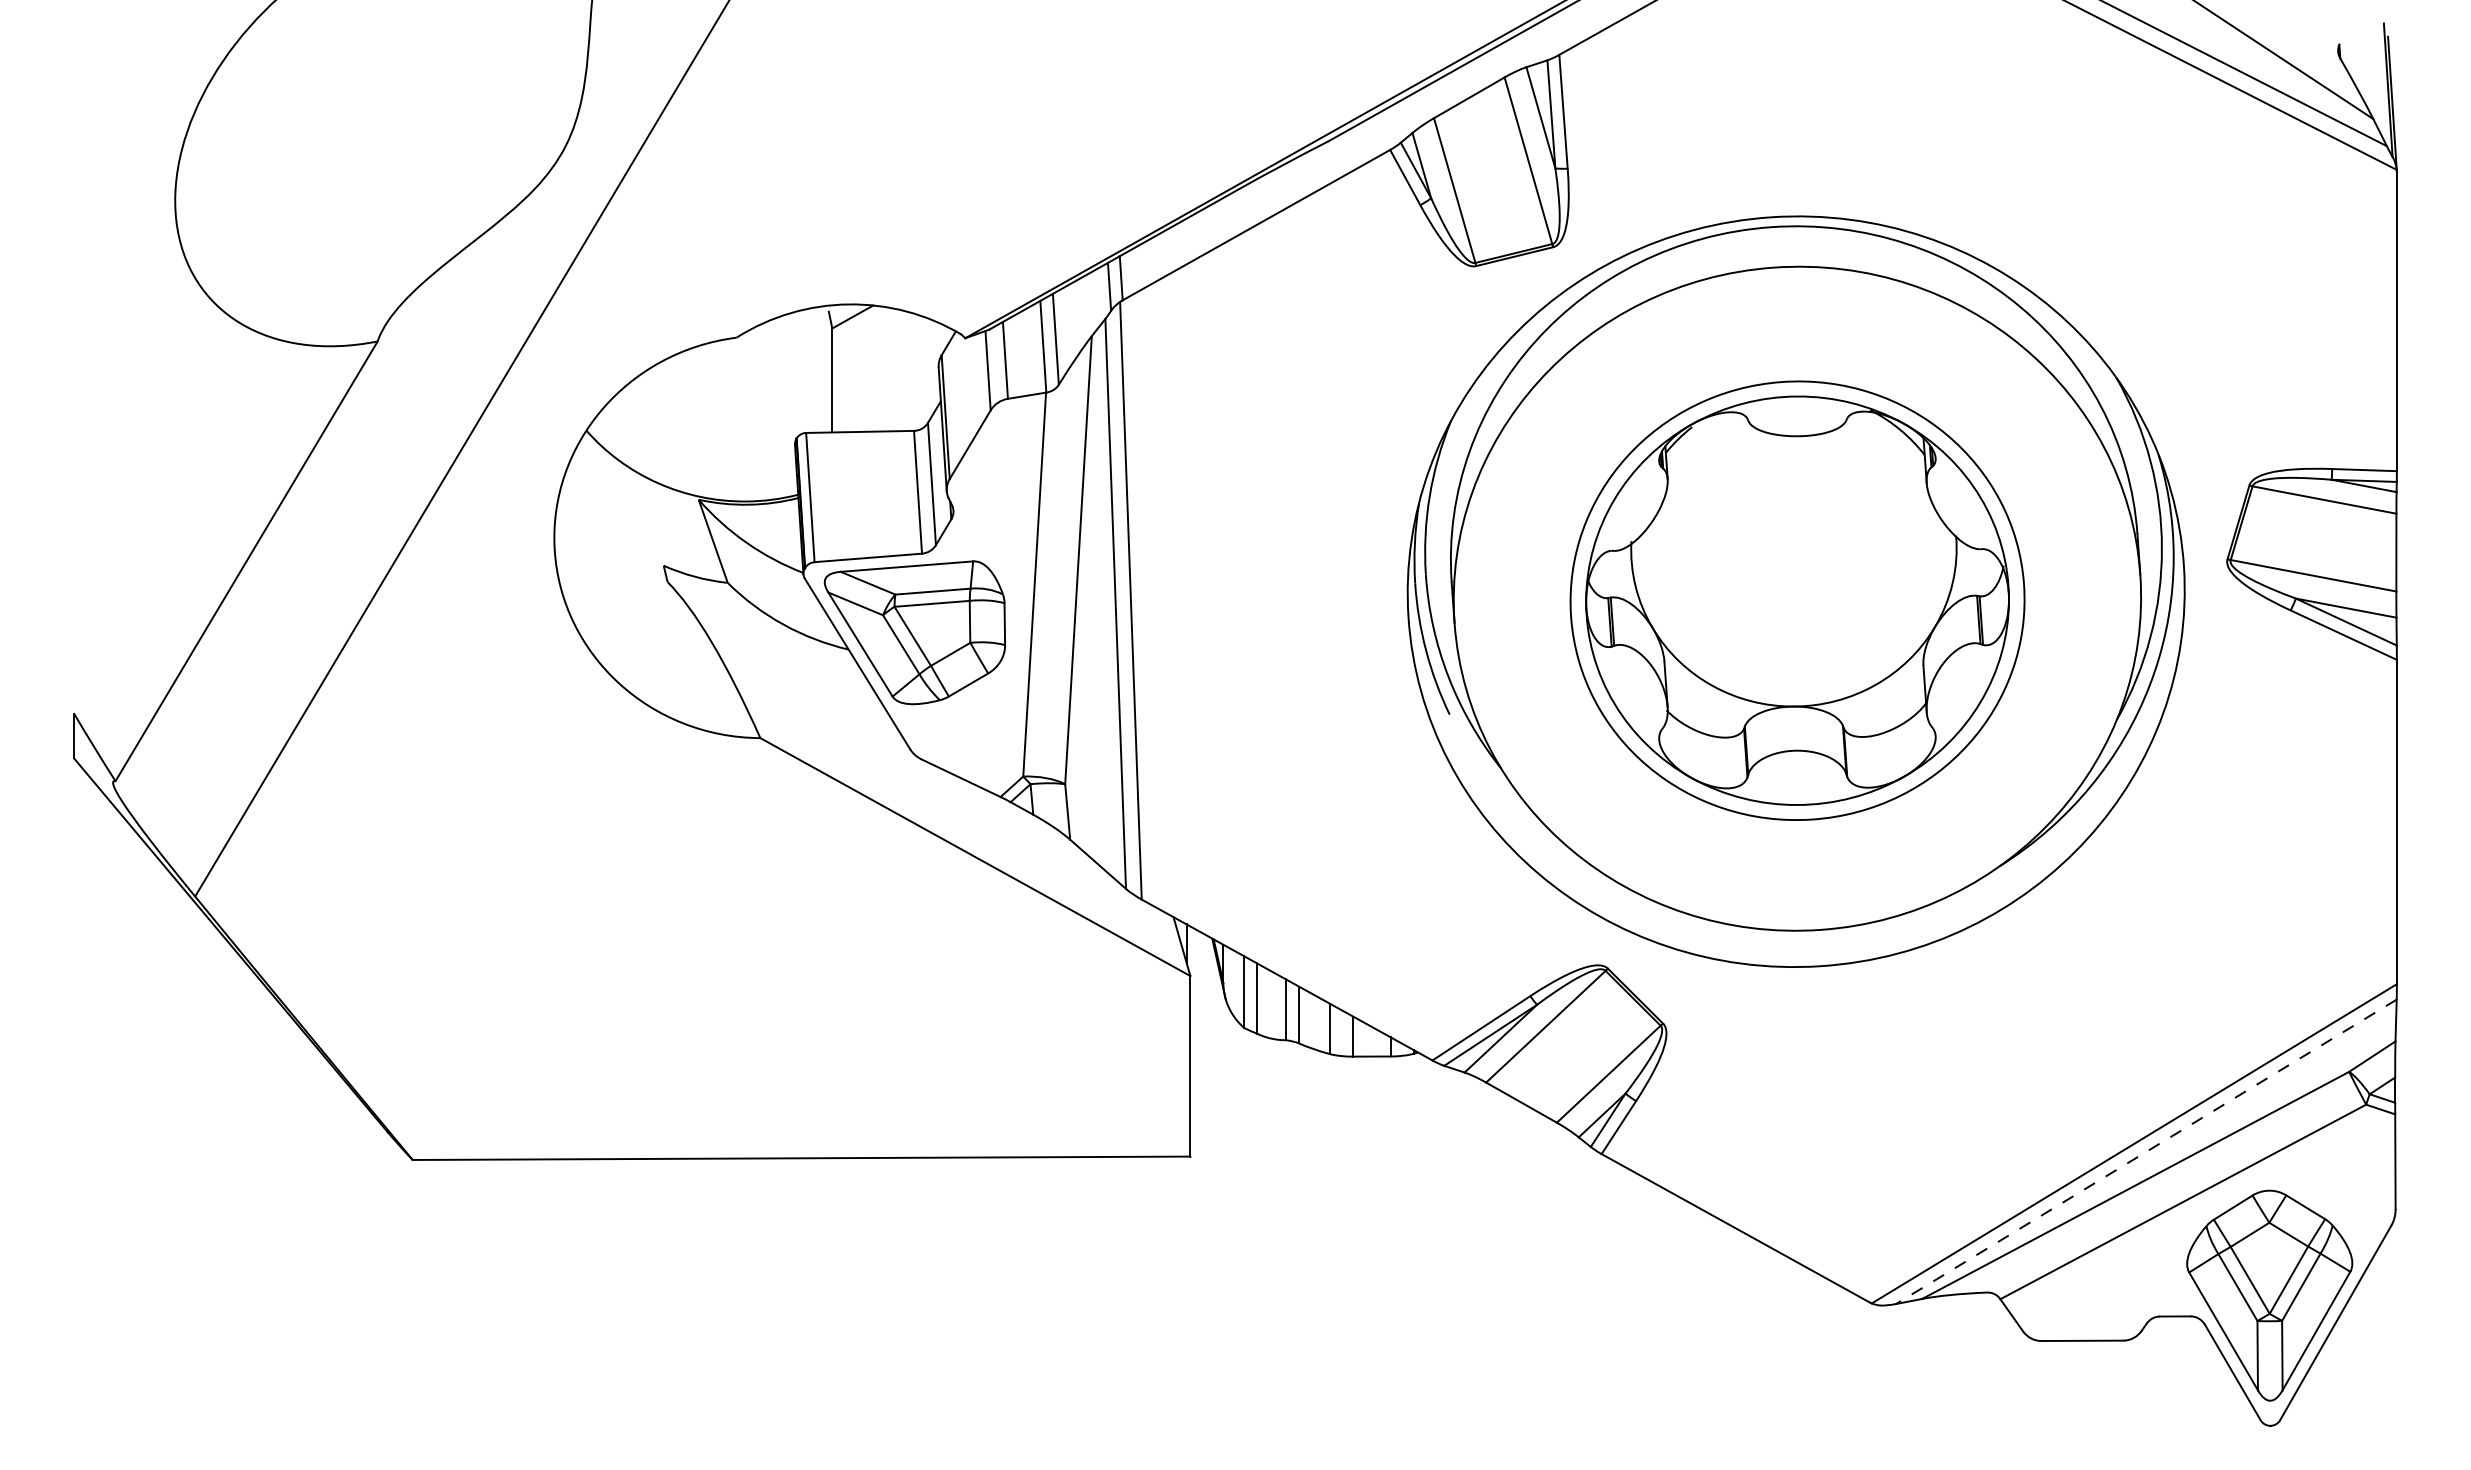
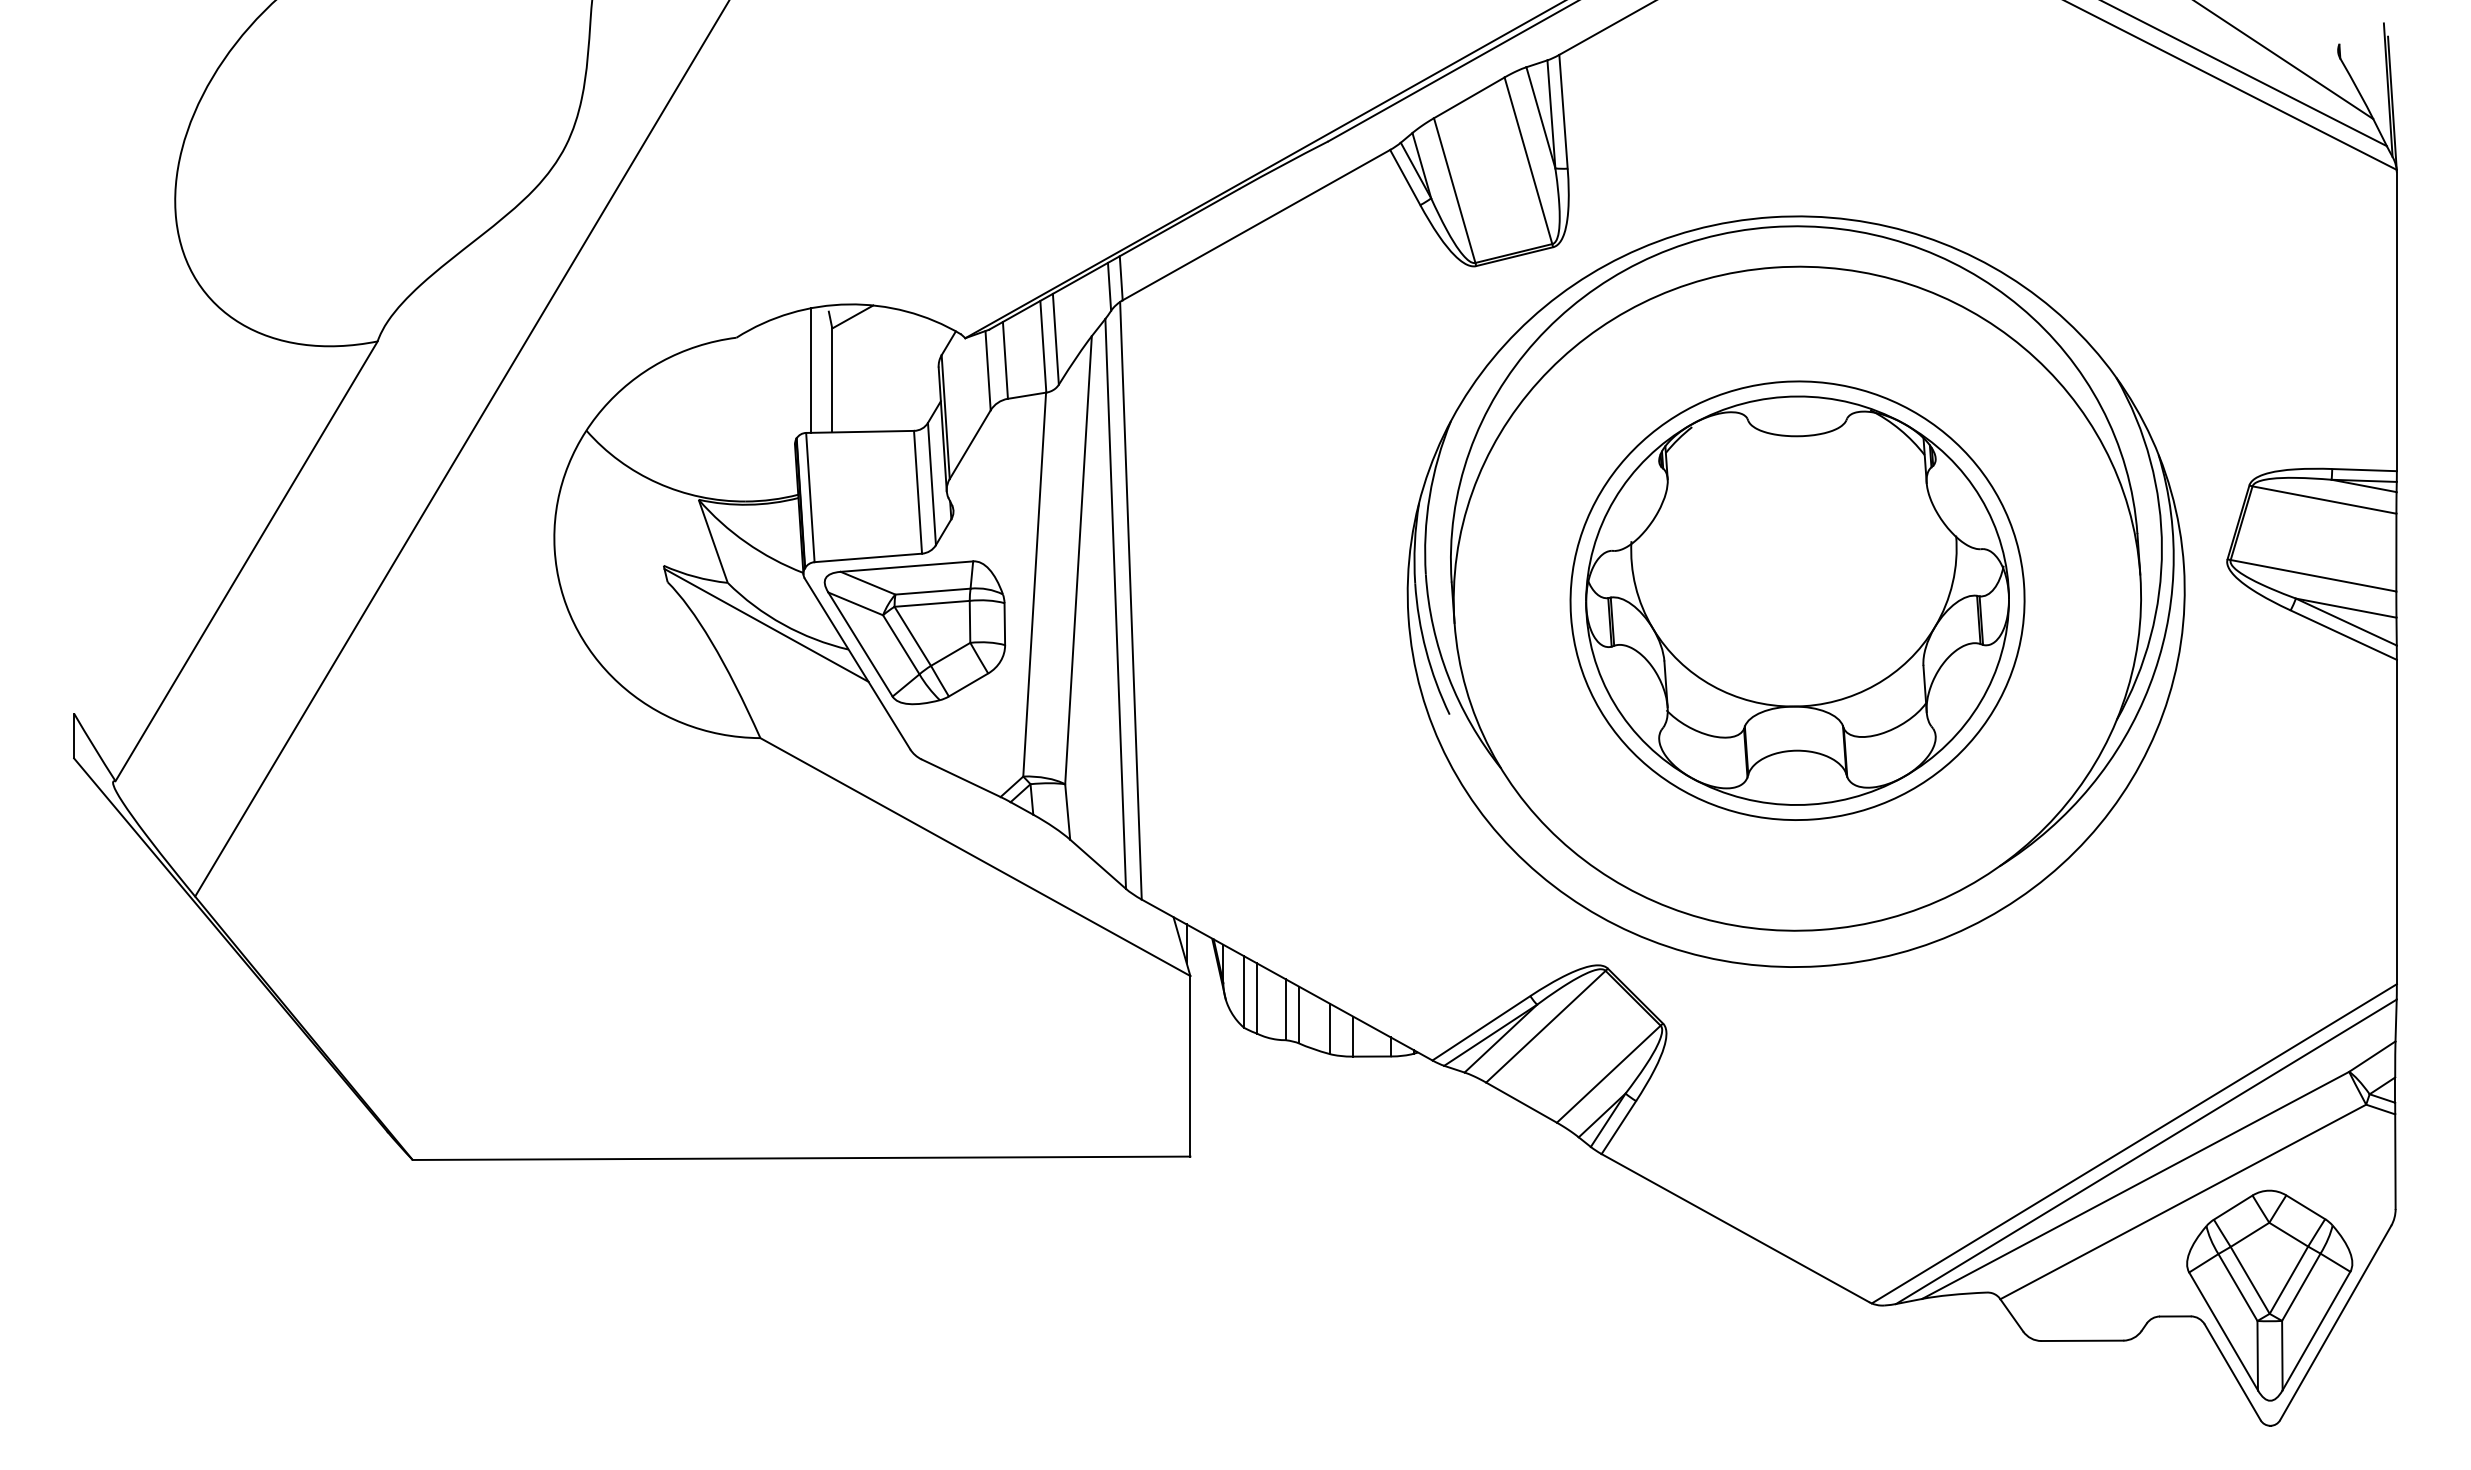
line at (811, 370): none -> present
line at (766, 624): none -> present
line at (2145, 1152): dashed -> solid
